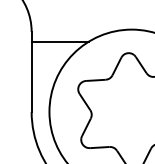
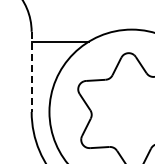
line at (31, 72): solid -> dashed
